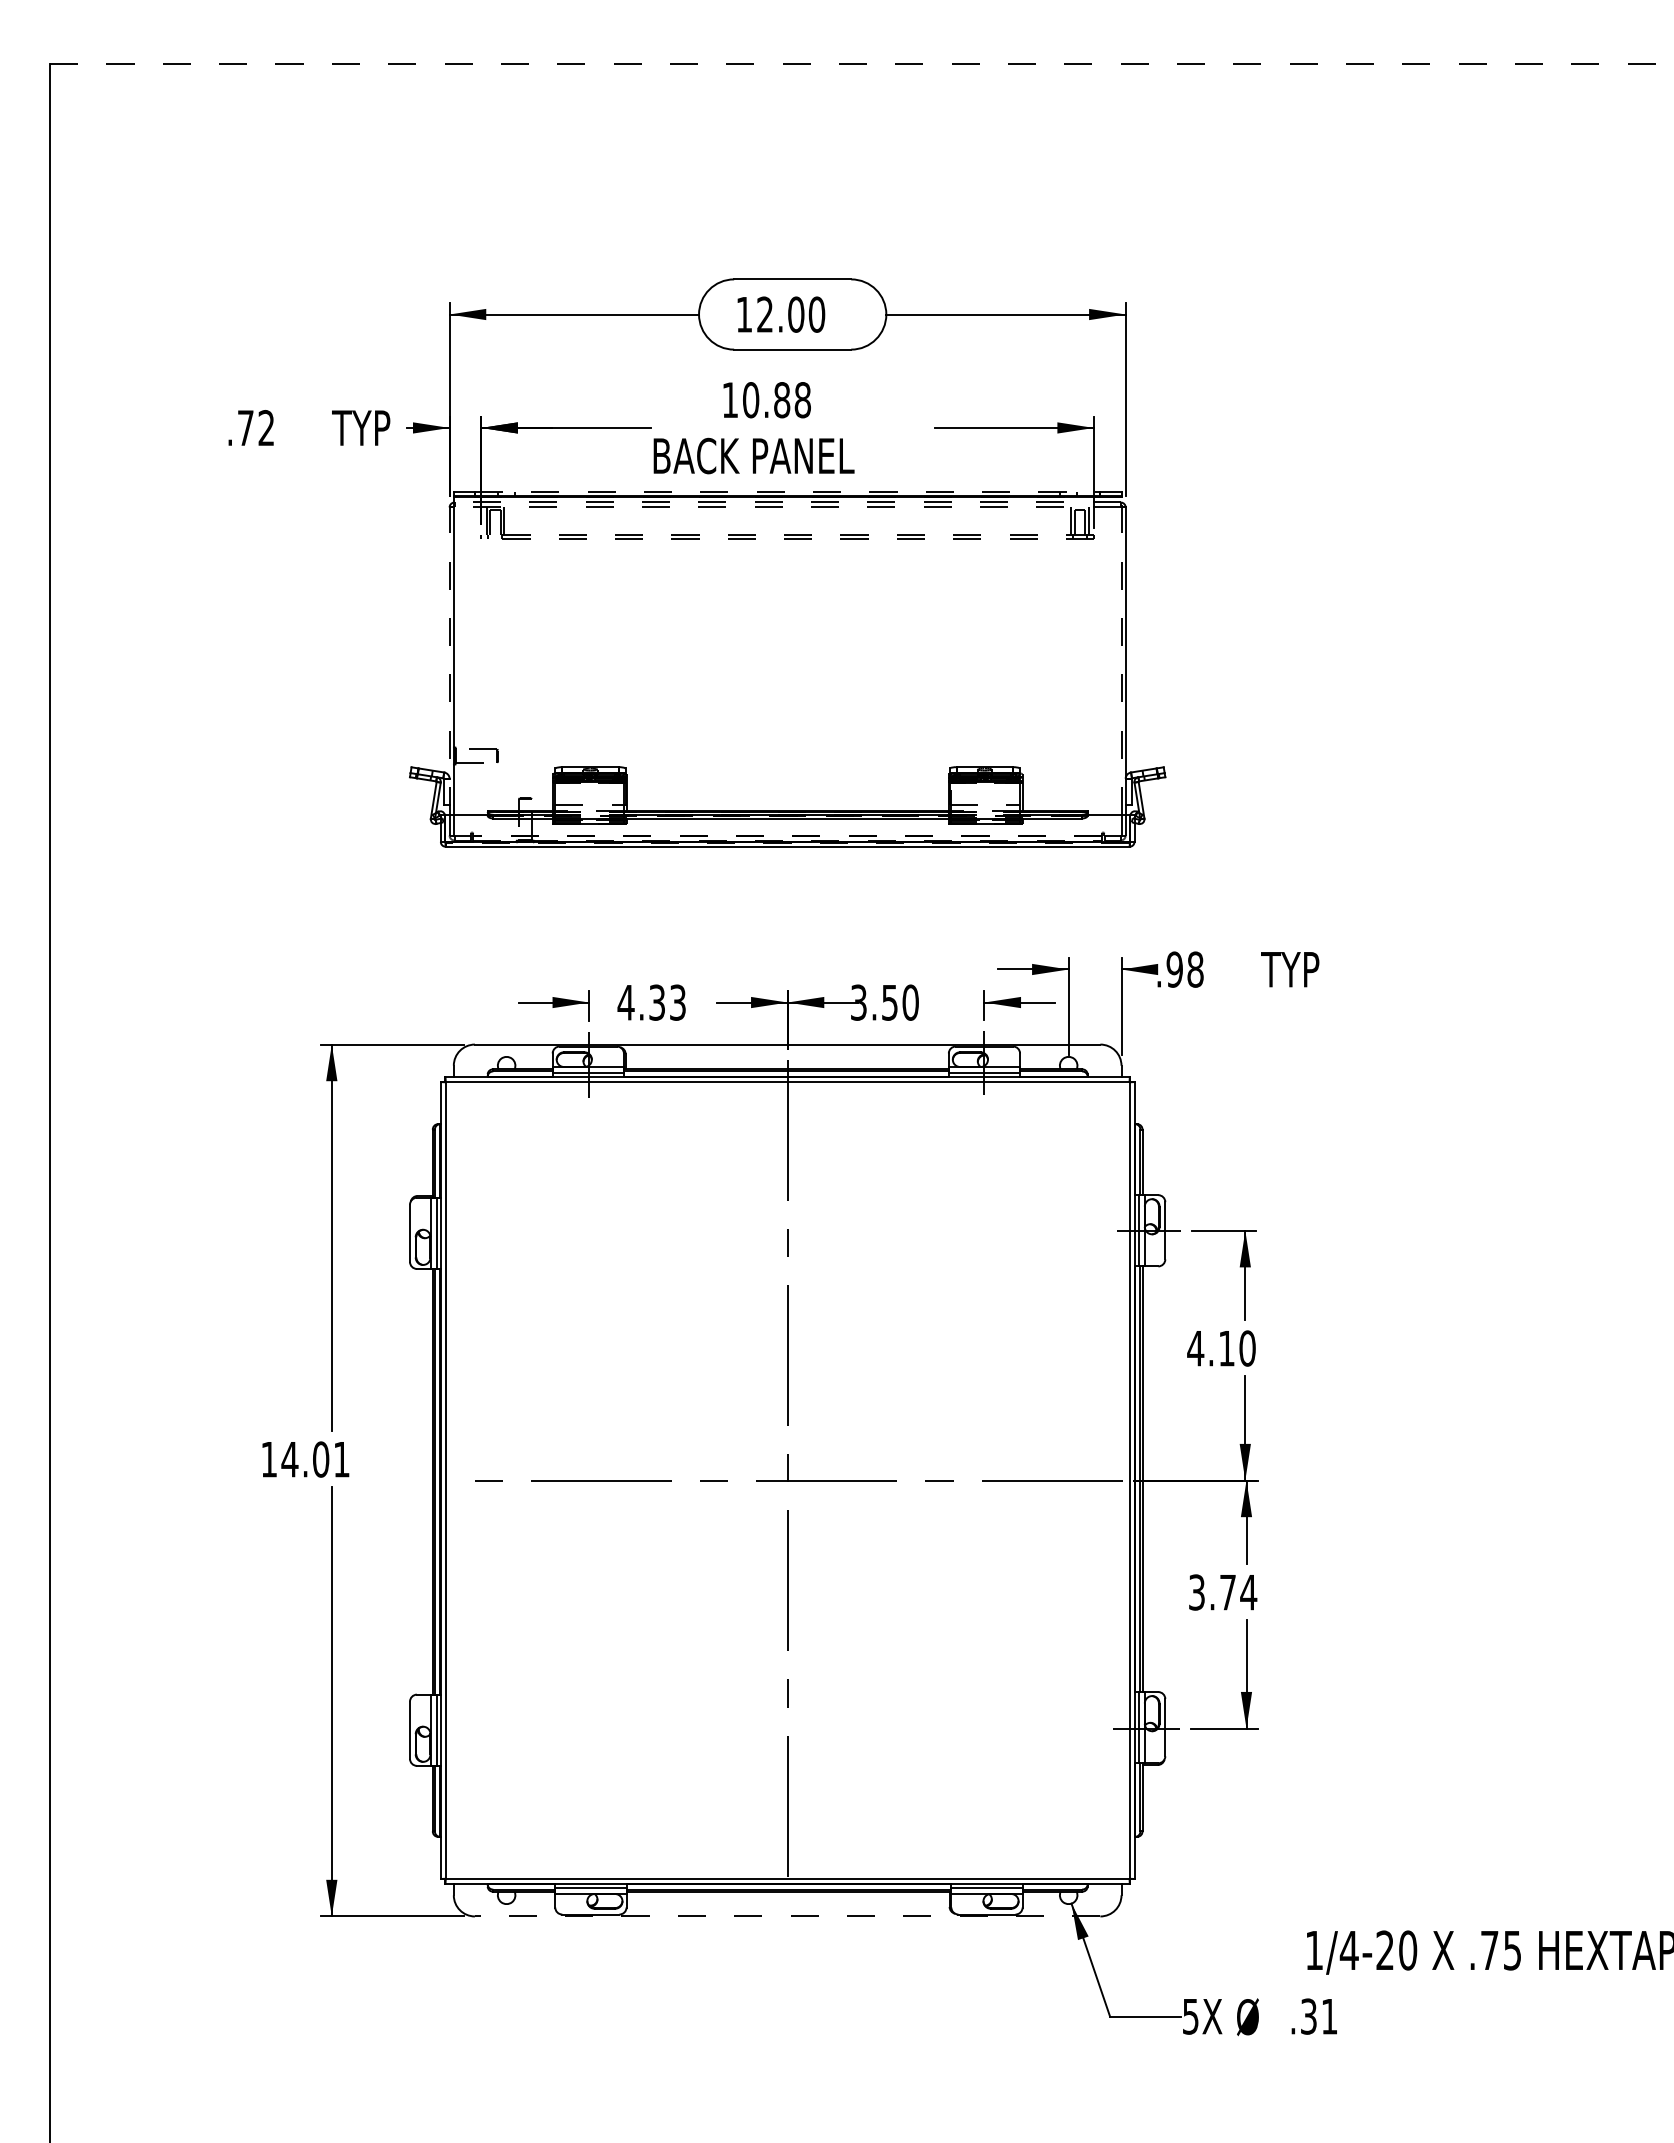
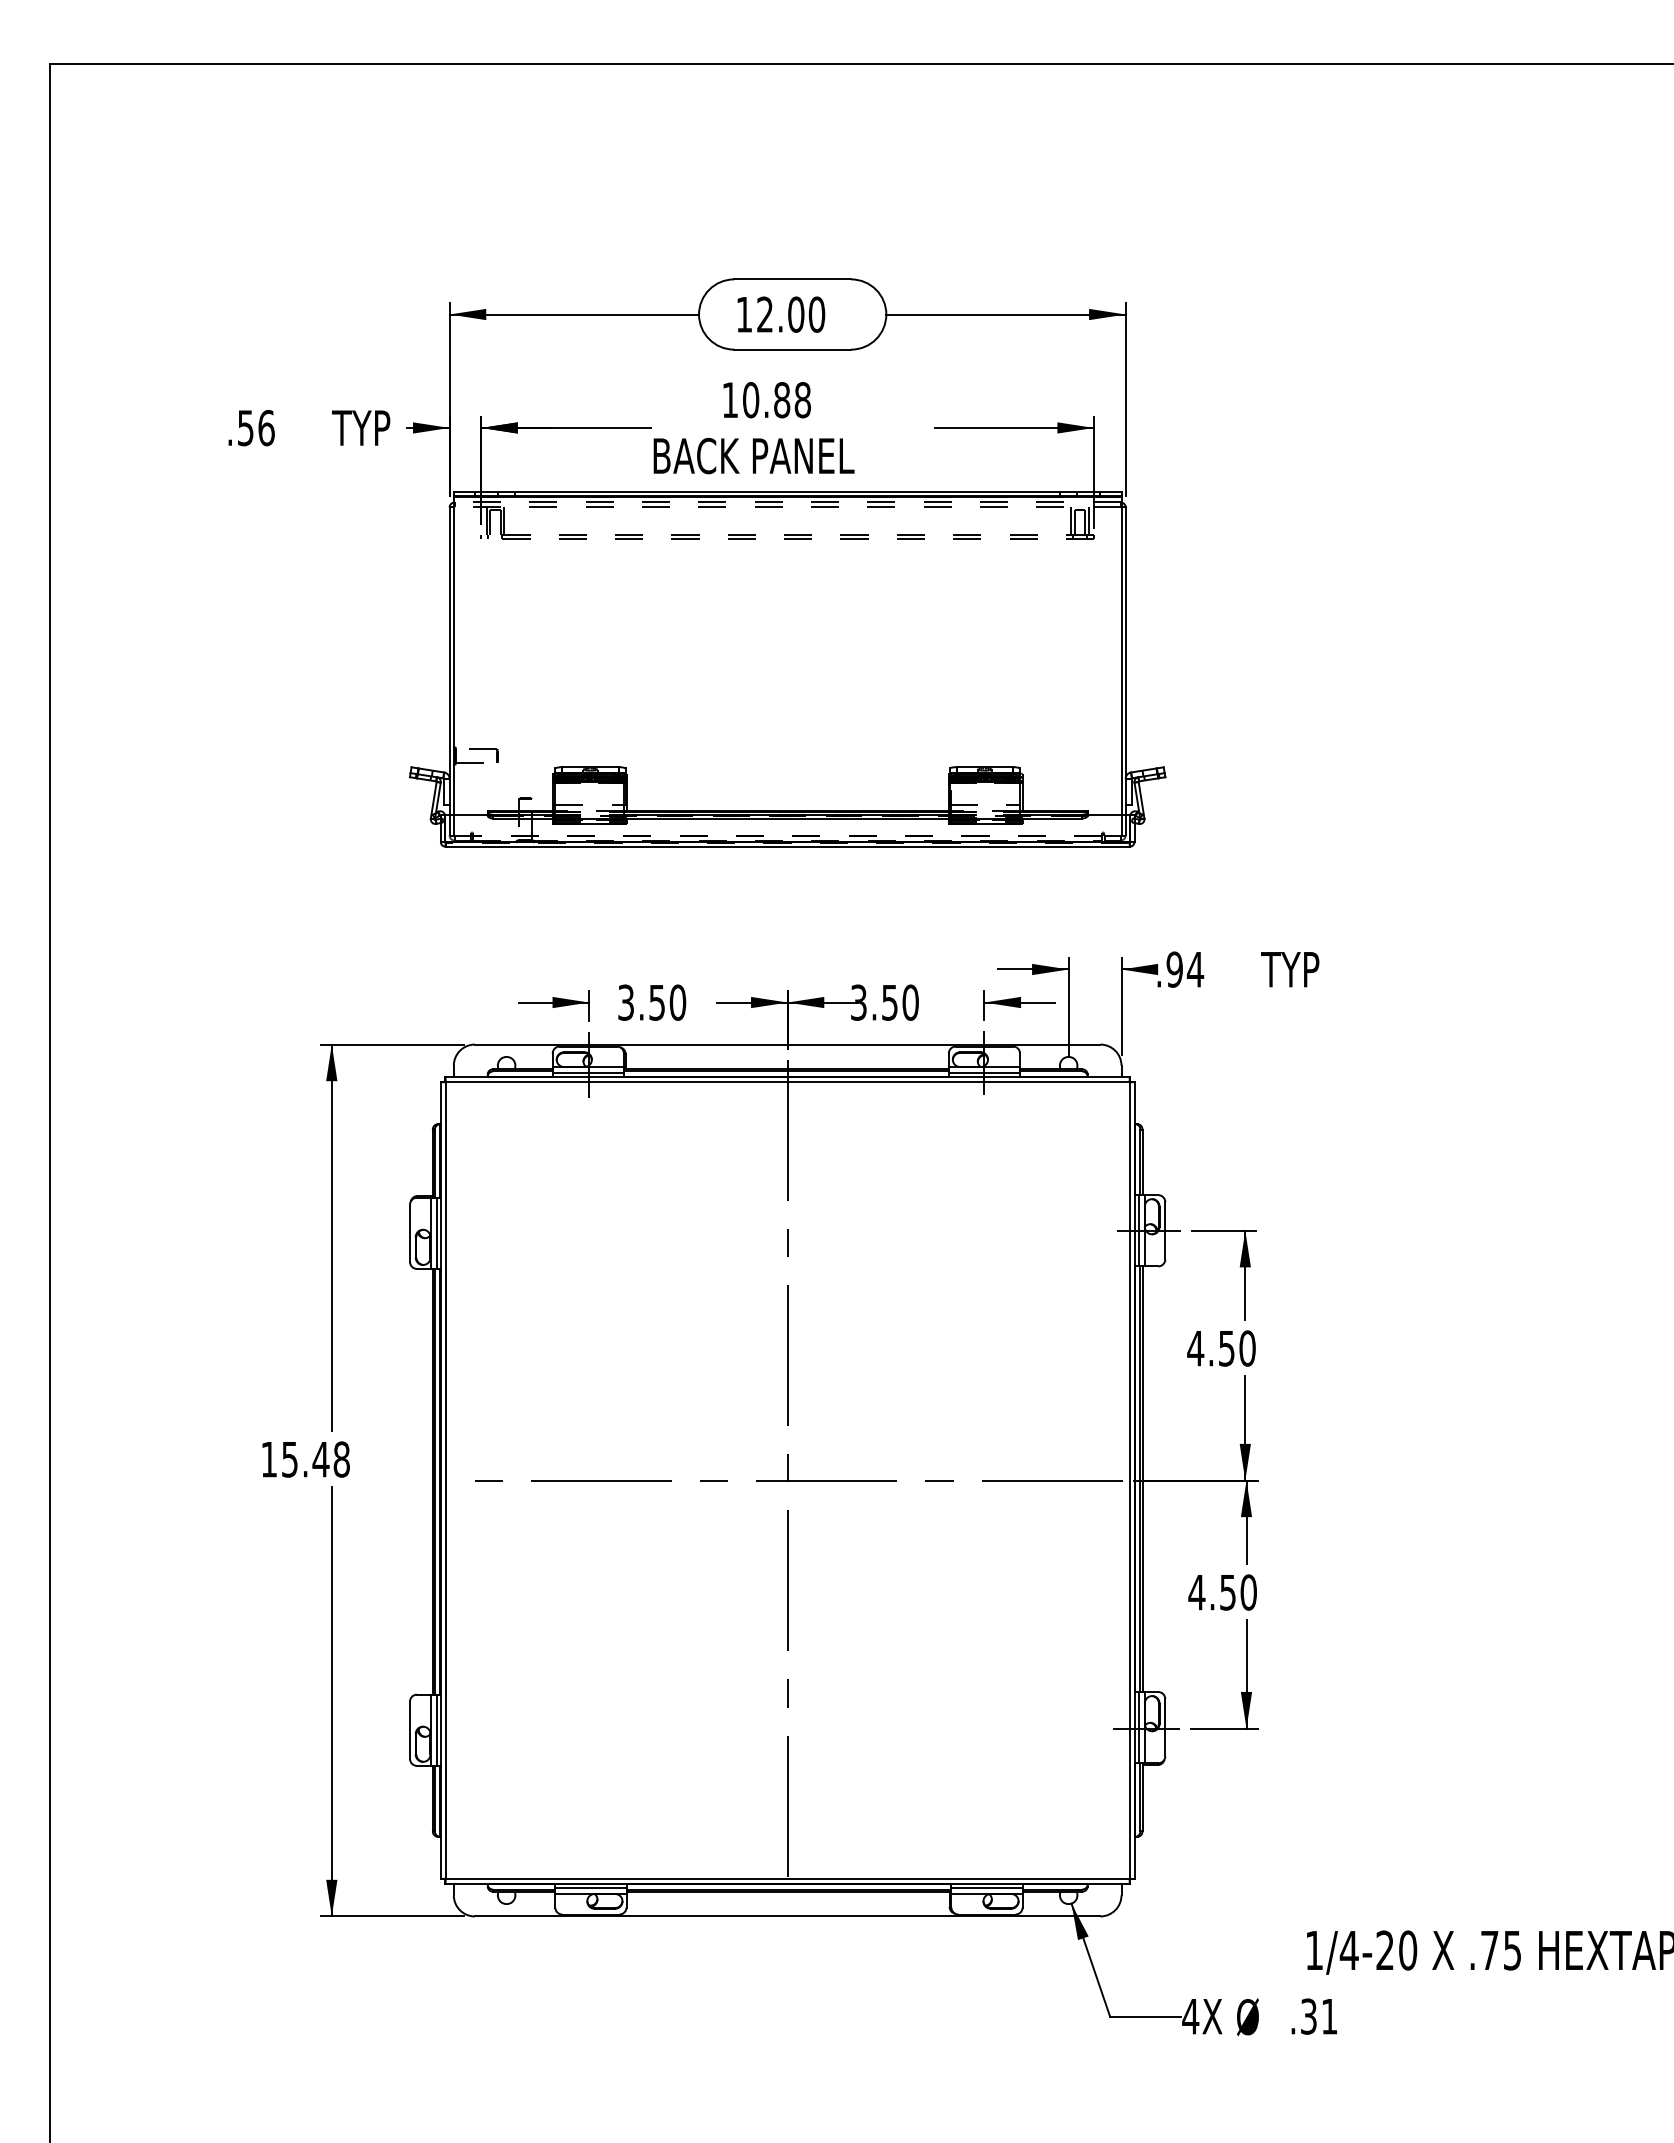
line at (862, 64): dashed -> solid
text at (256, 427): .72 -> .56
line at (787, 491): dashed -> solid
line at (1121, 655): dashed -> solid
line at (449, 661): dashed -> solid
text at (1195, 969): .98 -> .94
text at (651, 1002): 4.33 -> 3.50
text at (1226, 1348): 4.10 -> 4.50
text at (315, 1459): 14.01 -> 15.48
text at (1222, 1592): 3.74 -> 4.50
line at (787, 1916): dashed -> solid
text at (1190, 2016): 5X -> 4X
